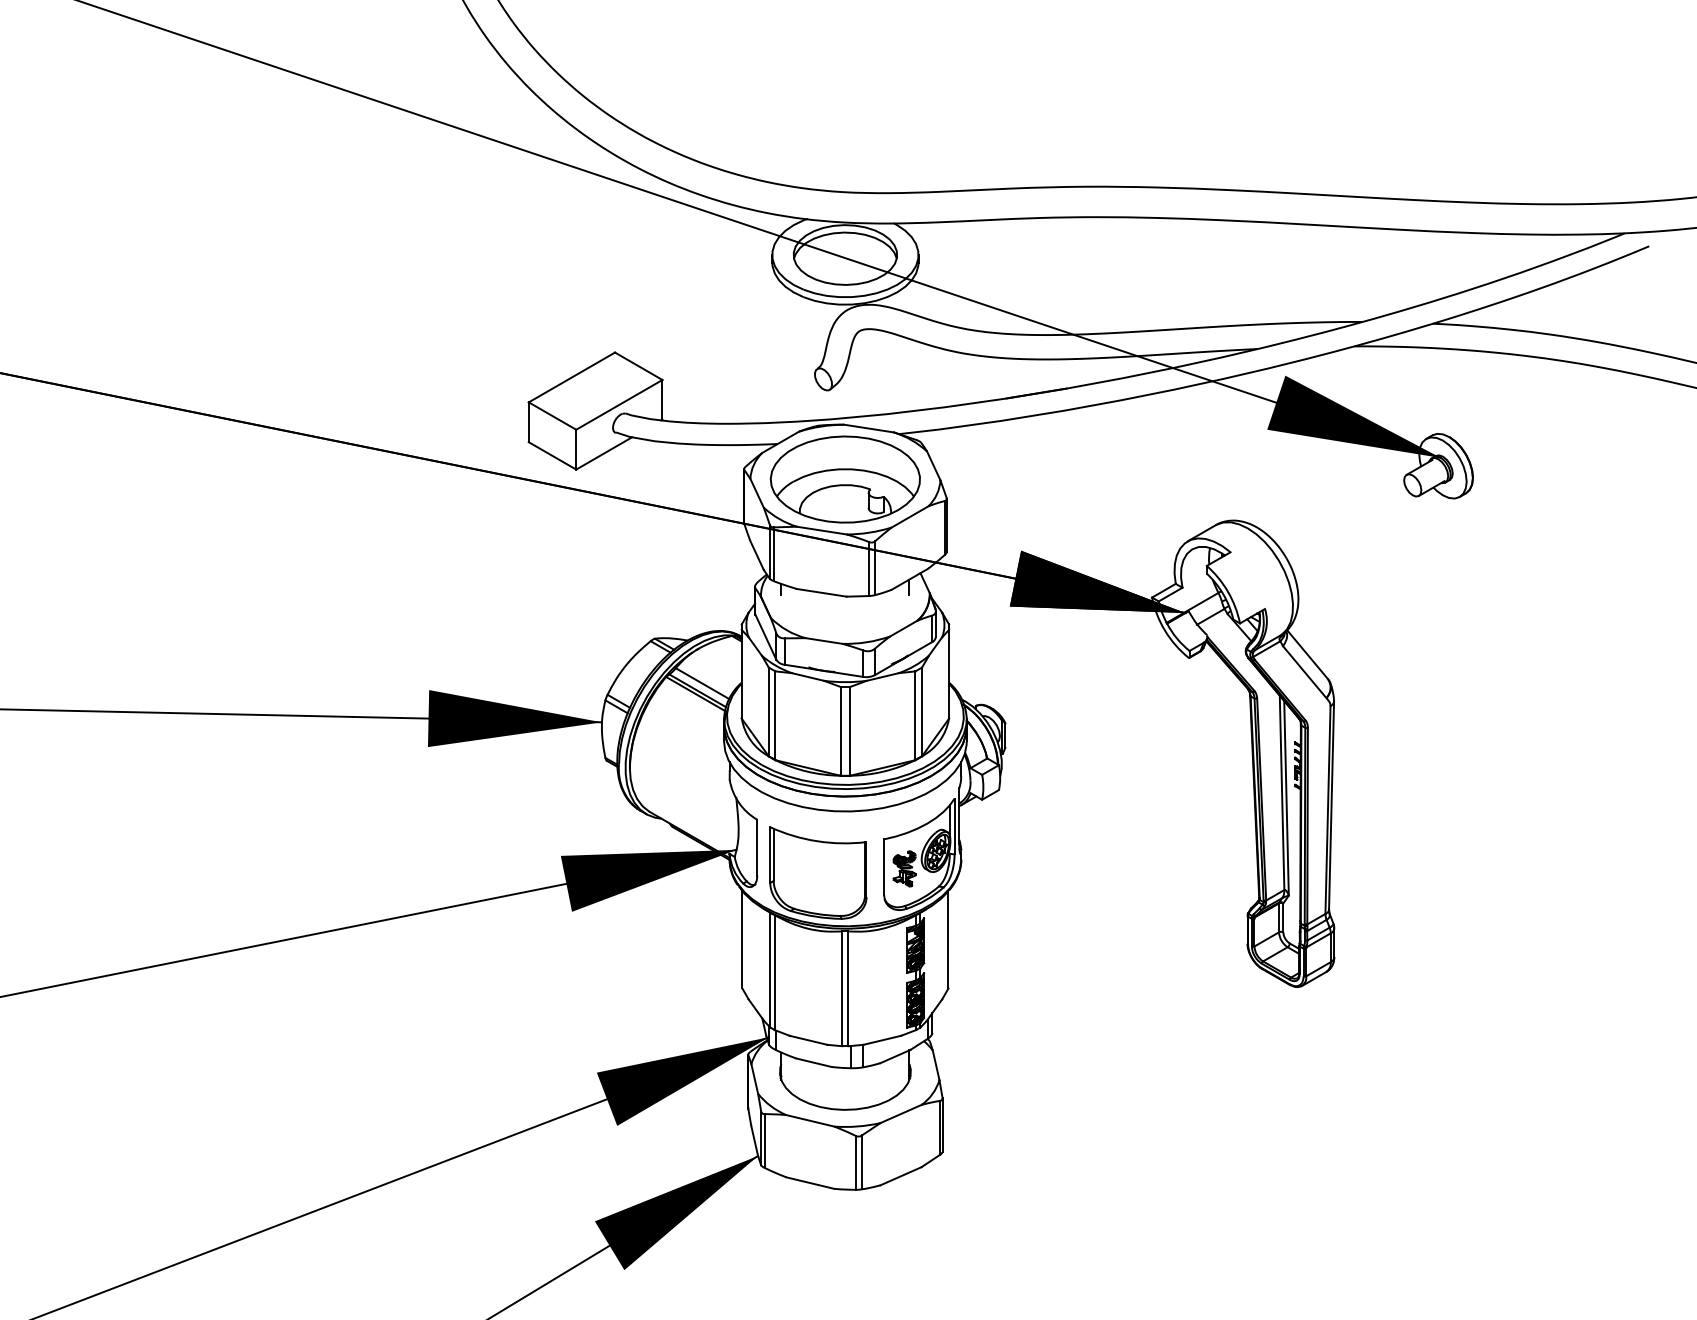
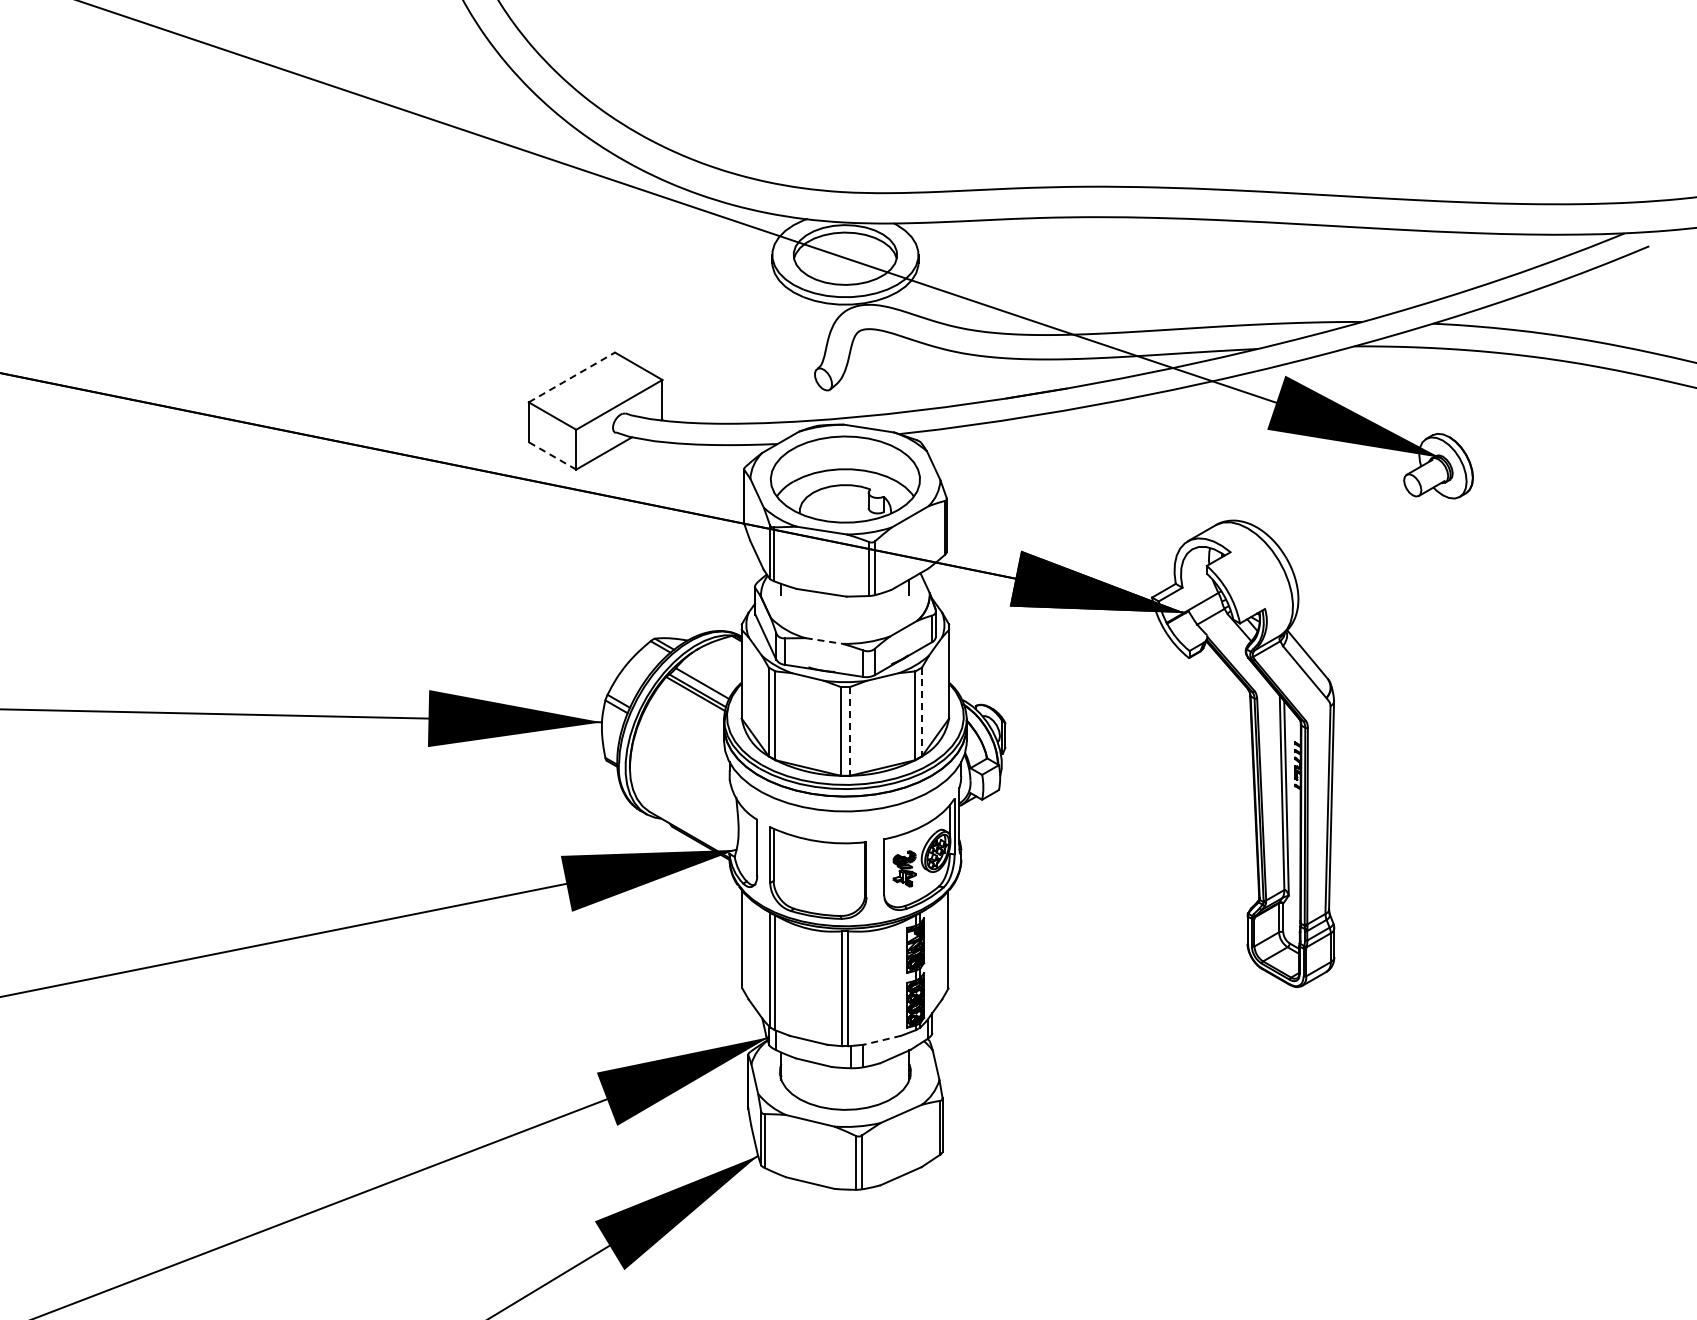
line at (571, 377): solid -> dashed
line at (552, 455): solid -> dashed
line at (824, 641): solid -> dashed
line at (922, 712): solid -> dashed
line at (850, 731): solid -> dashed
line at (881, 1040): solid -> dashed
